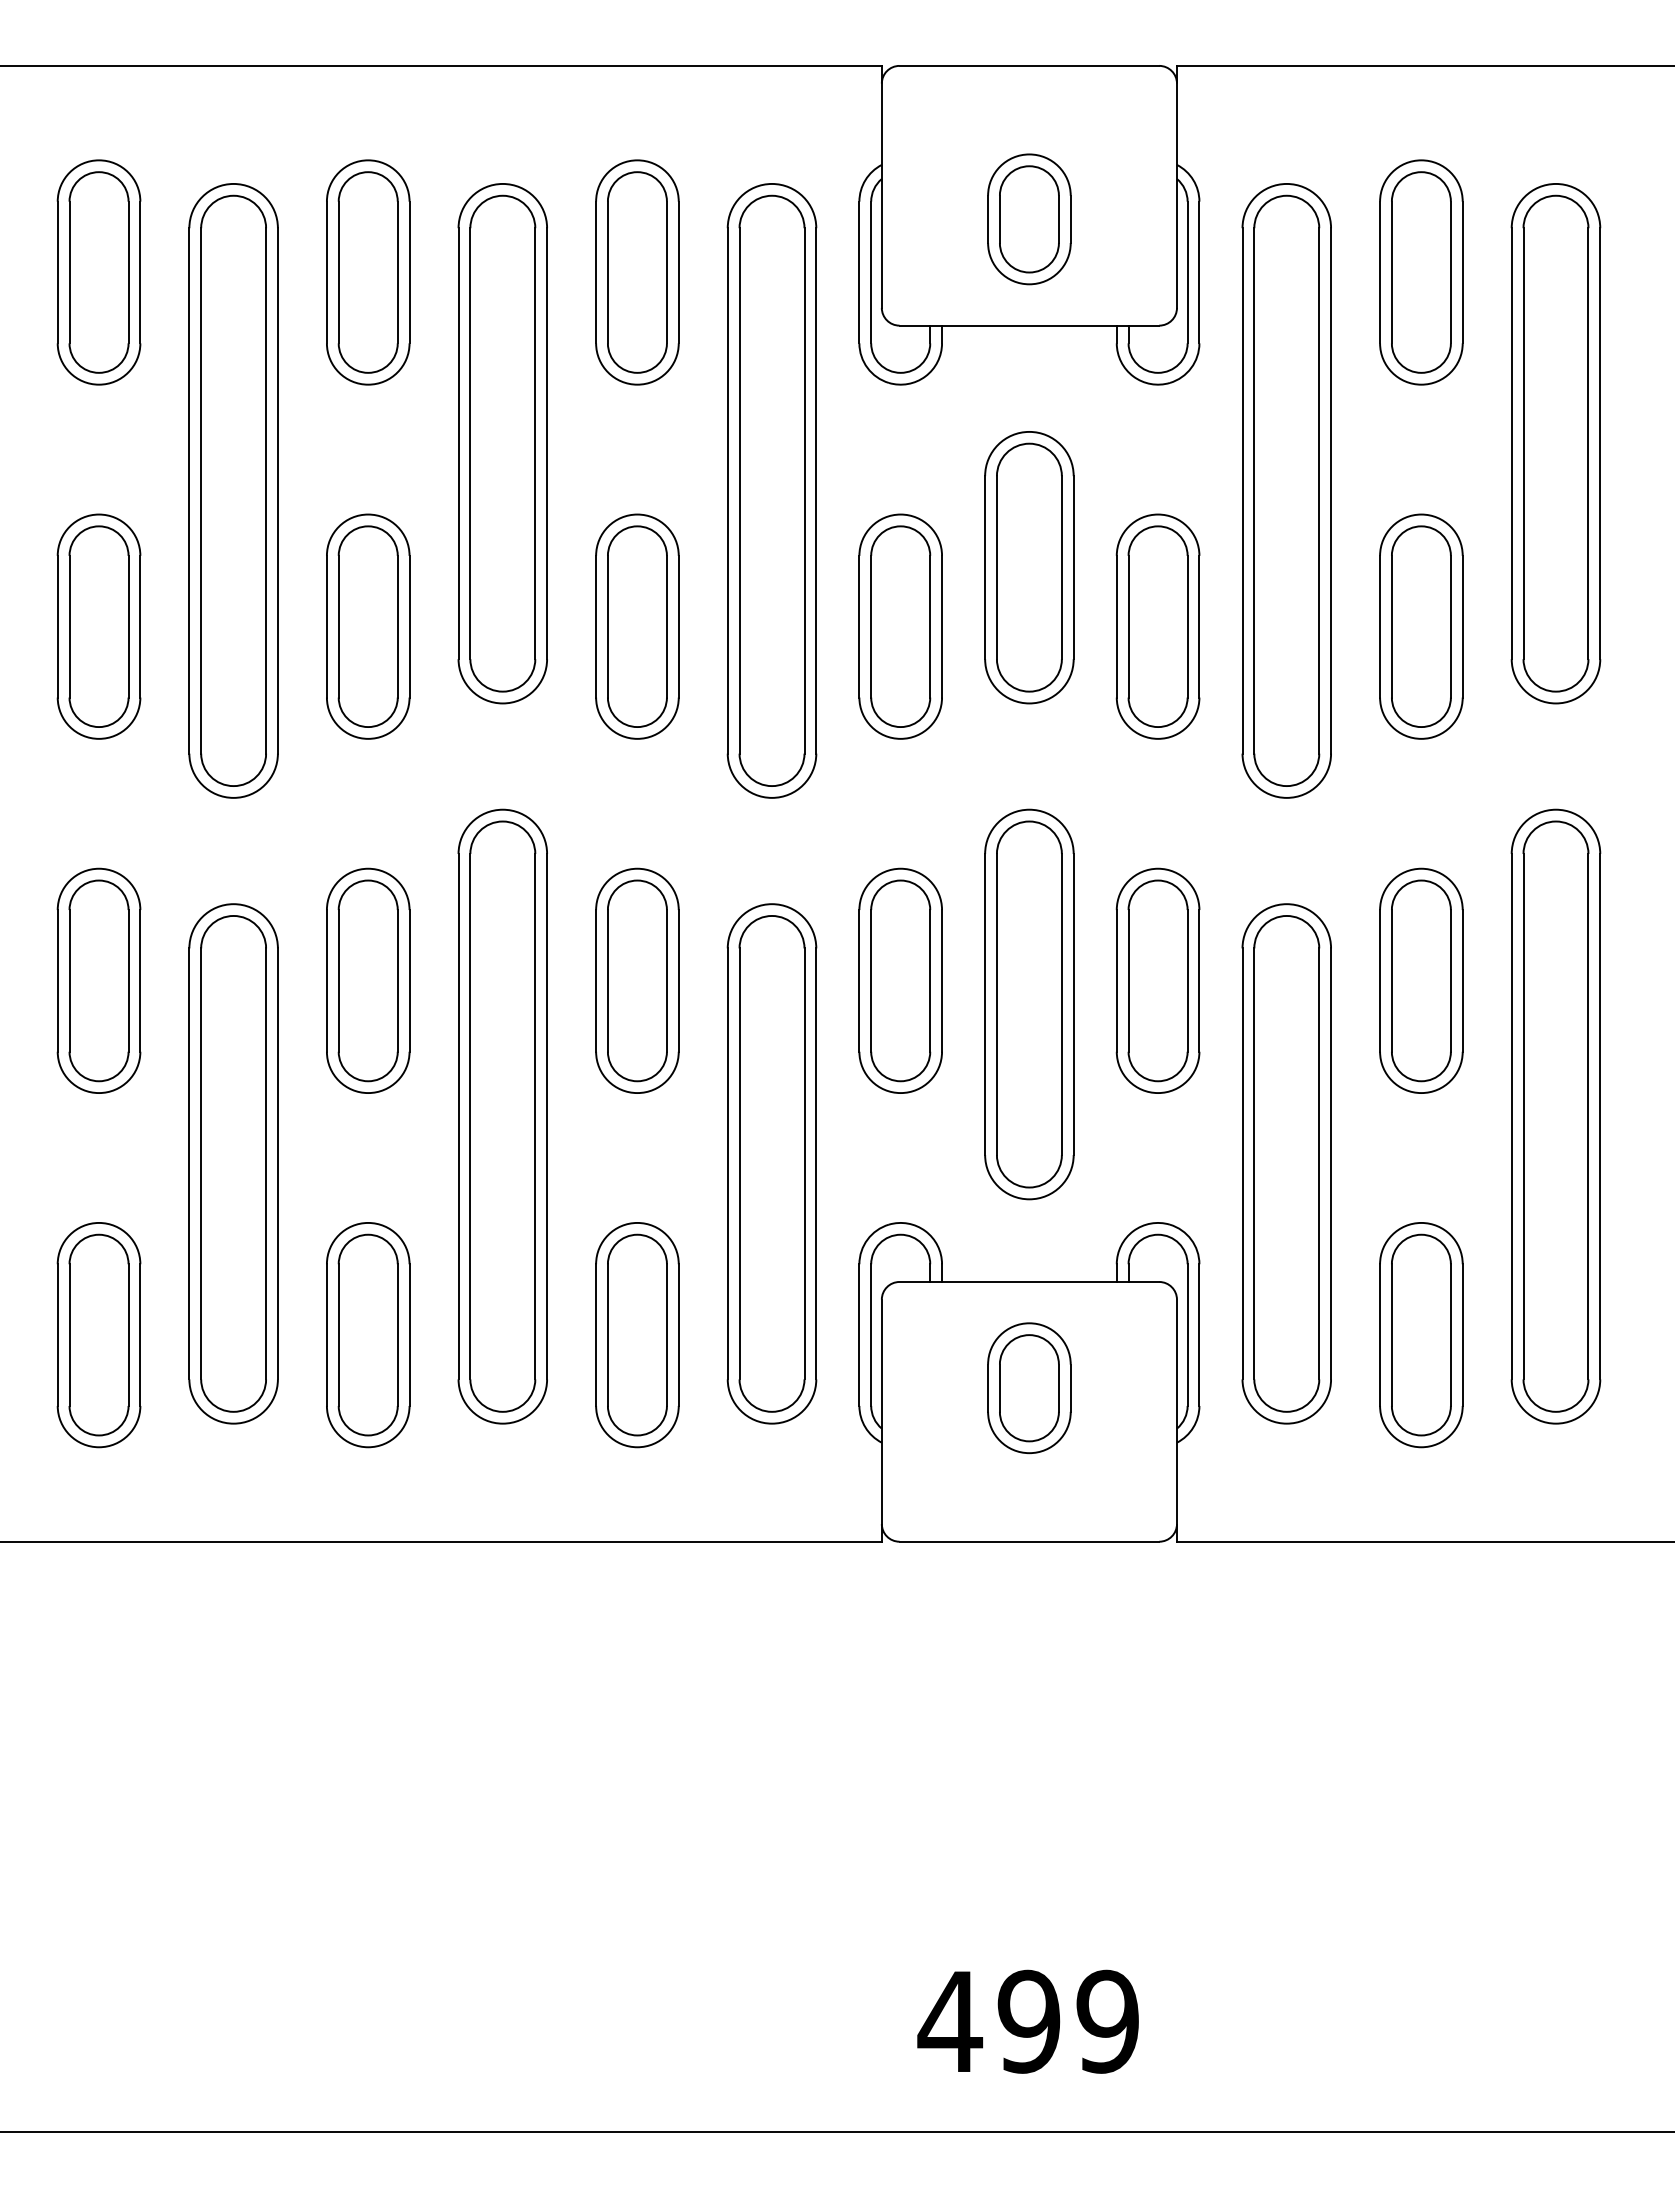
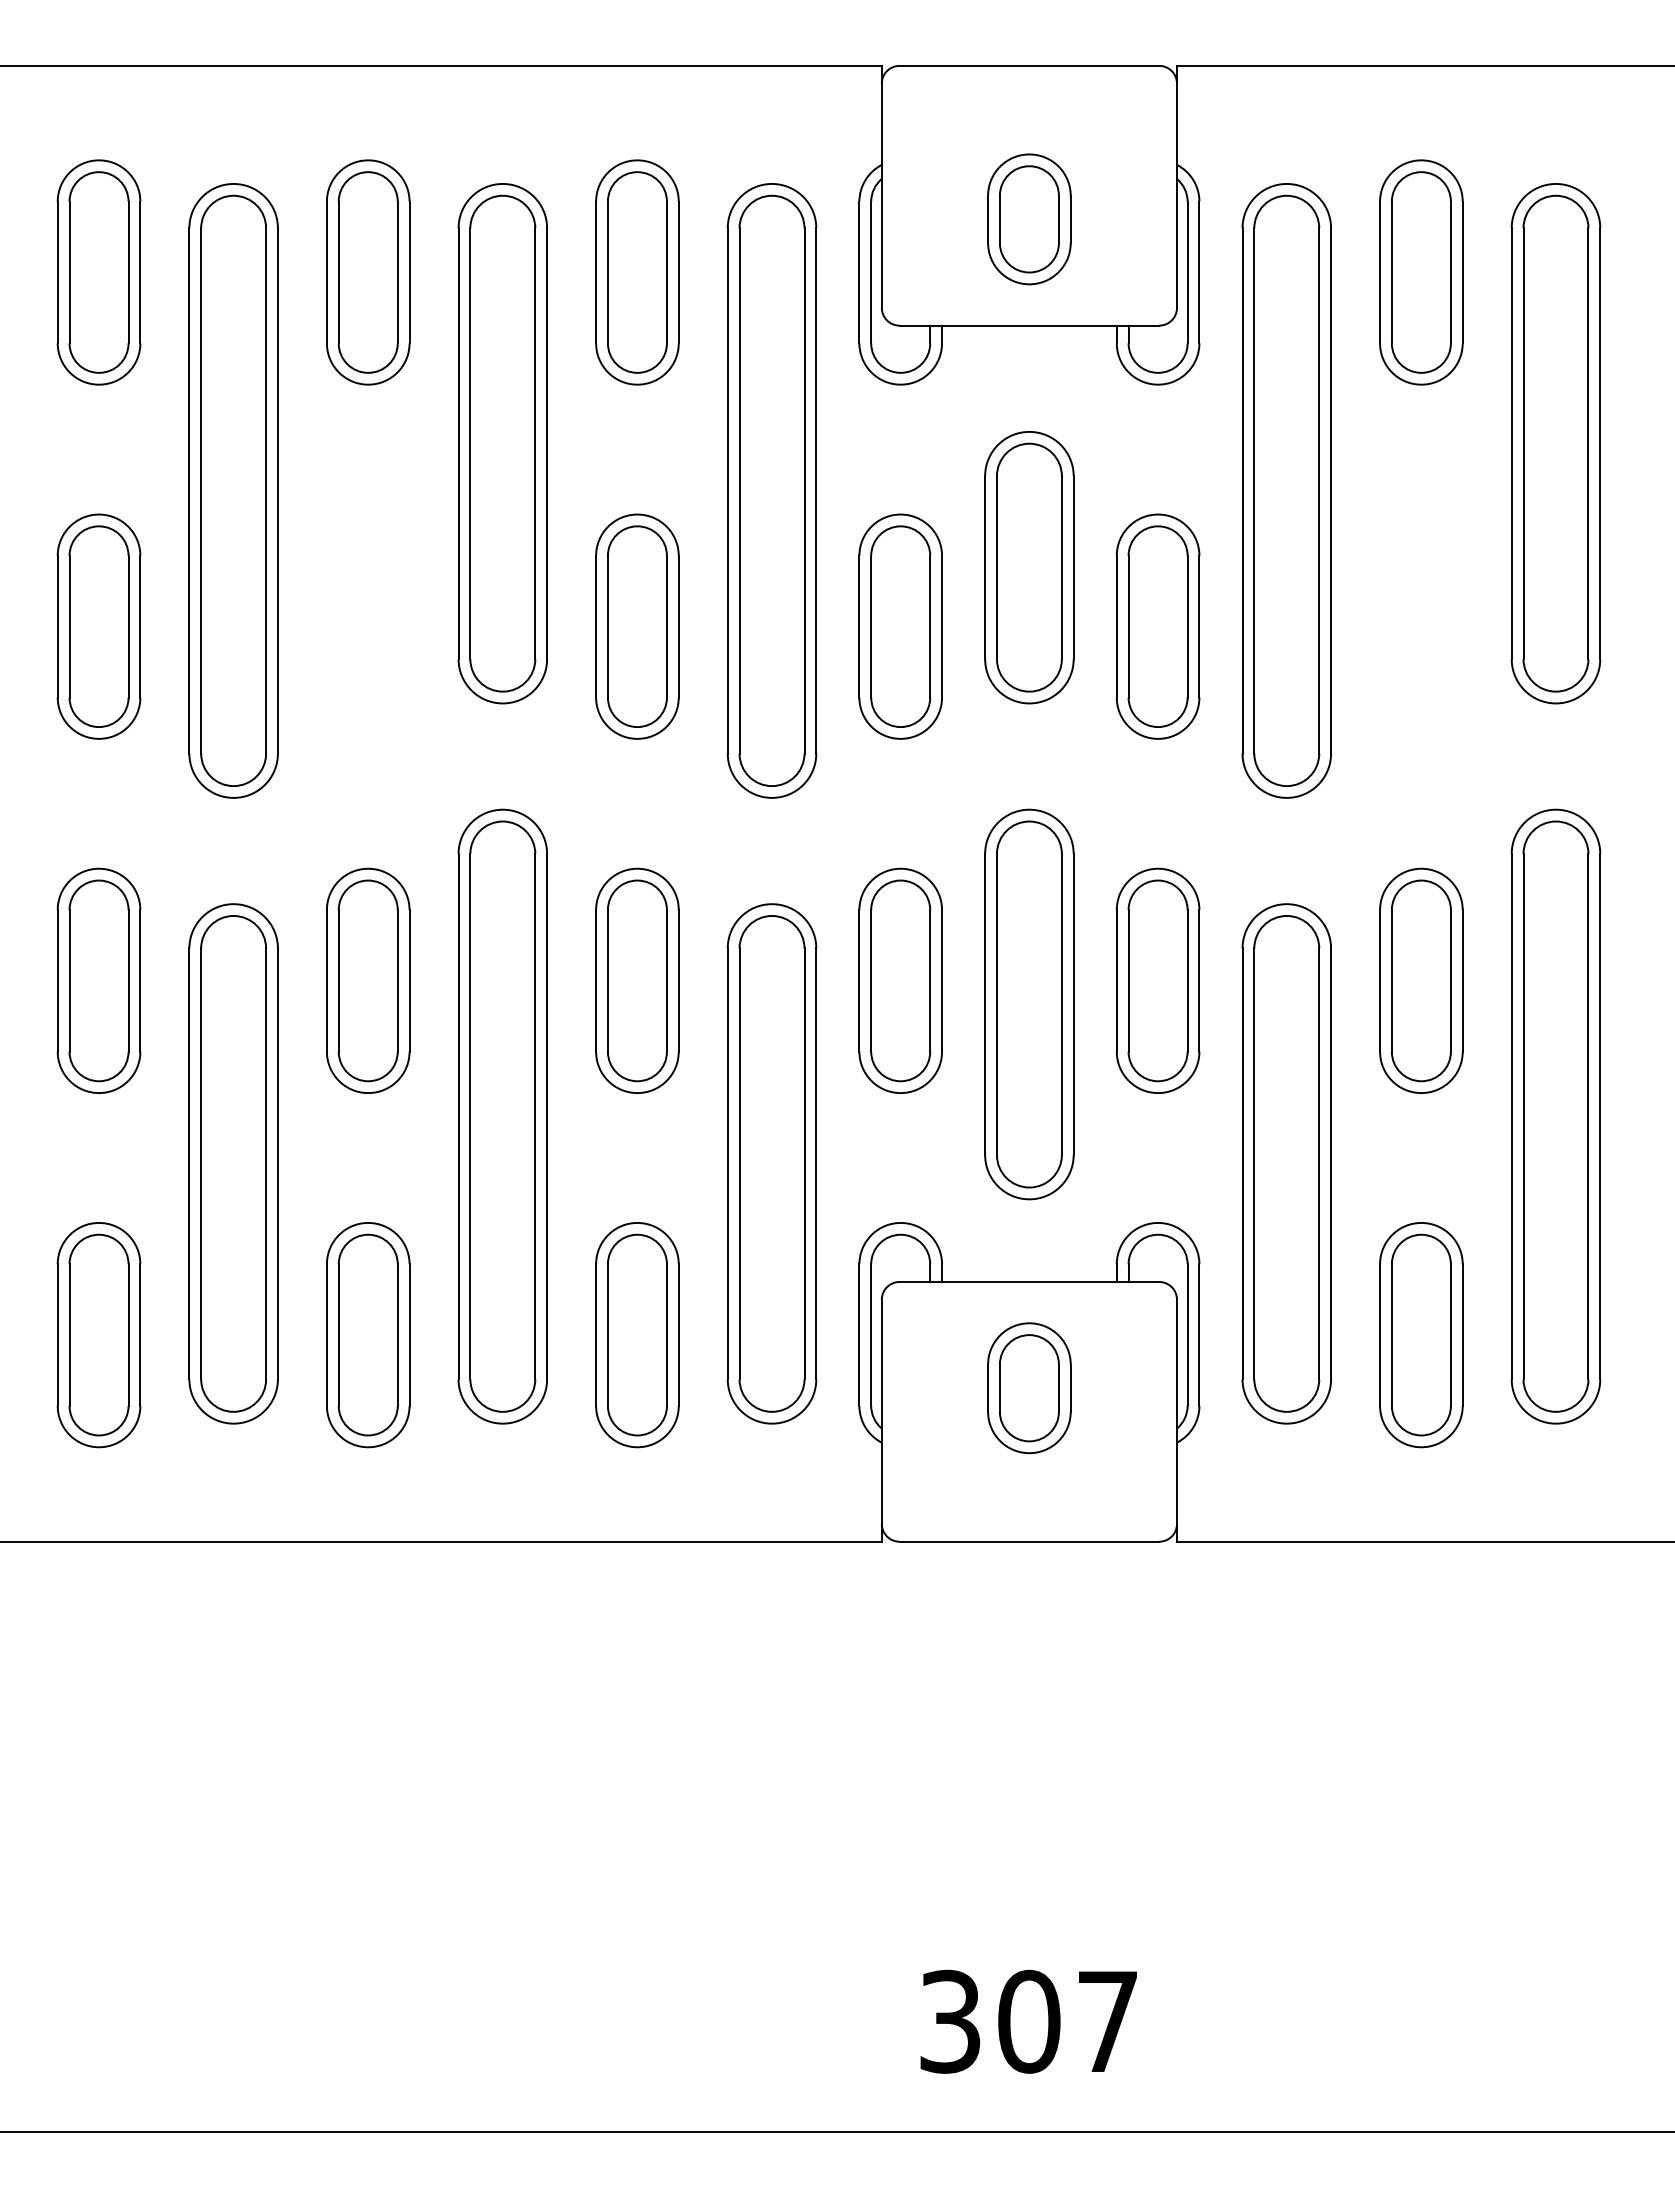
part at (368, 626): present -> none
part at (1421, 626): present -> none
text at (1027, 2021): 499 -> 307
